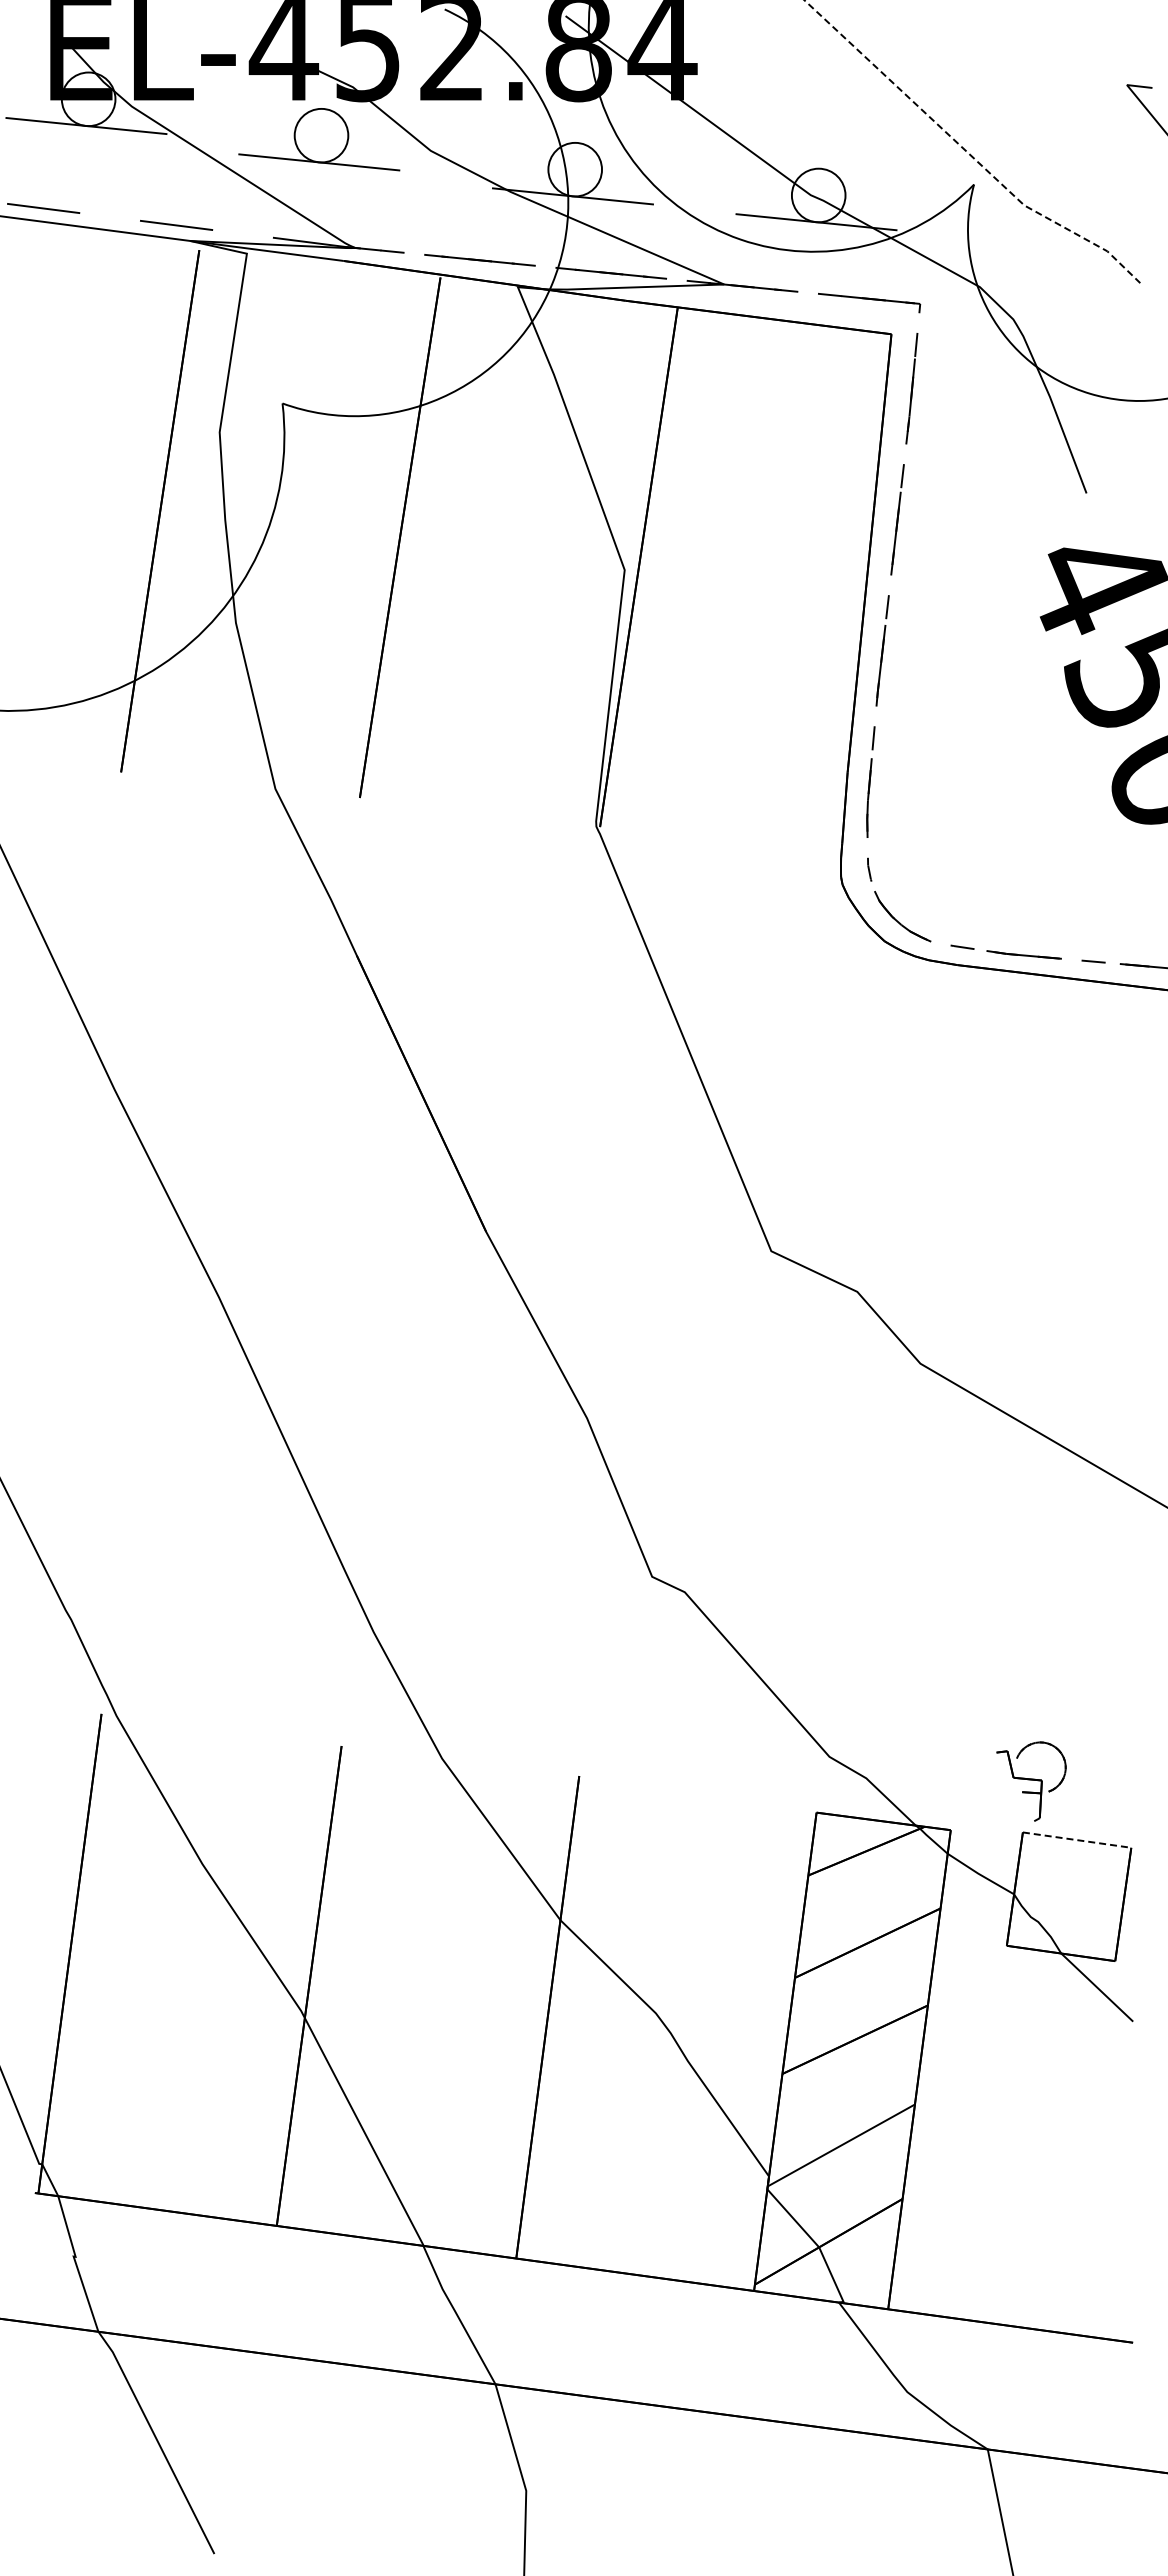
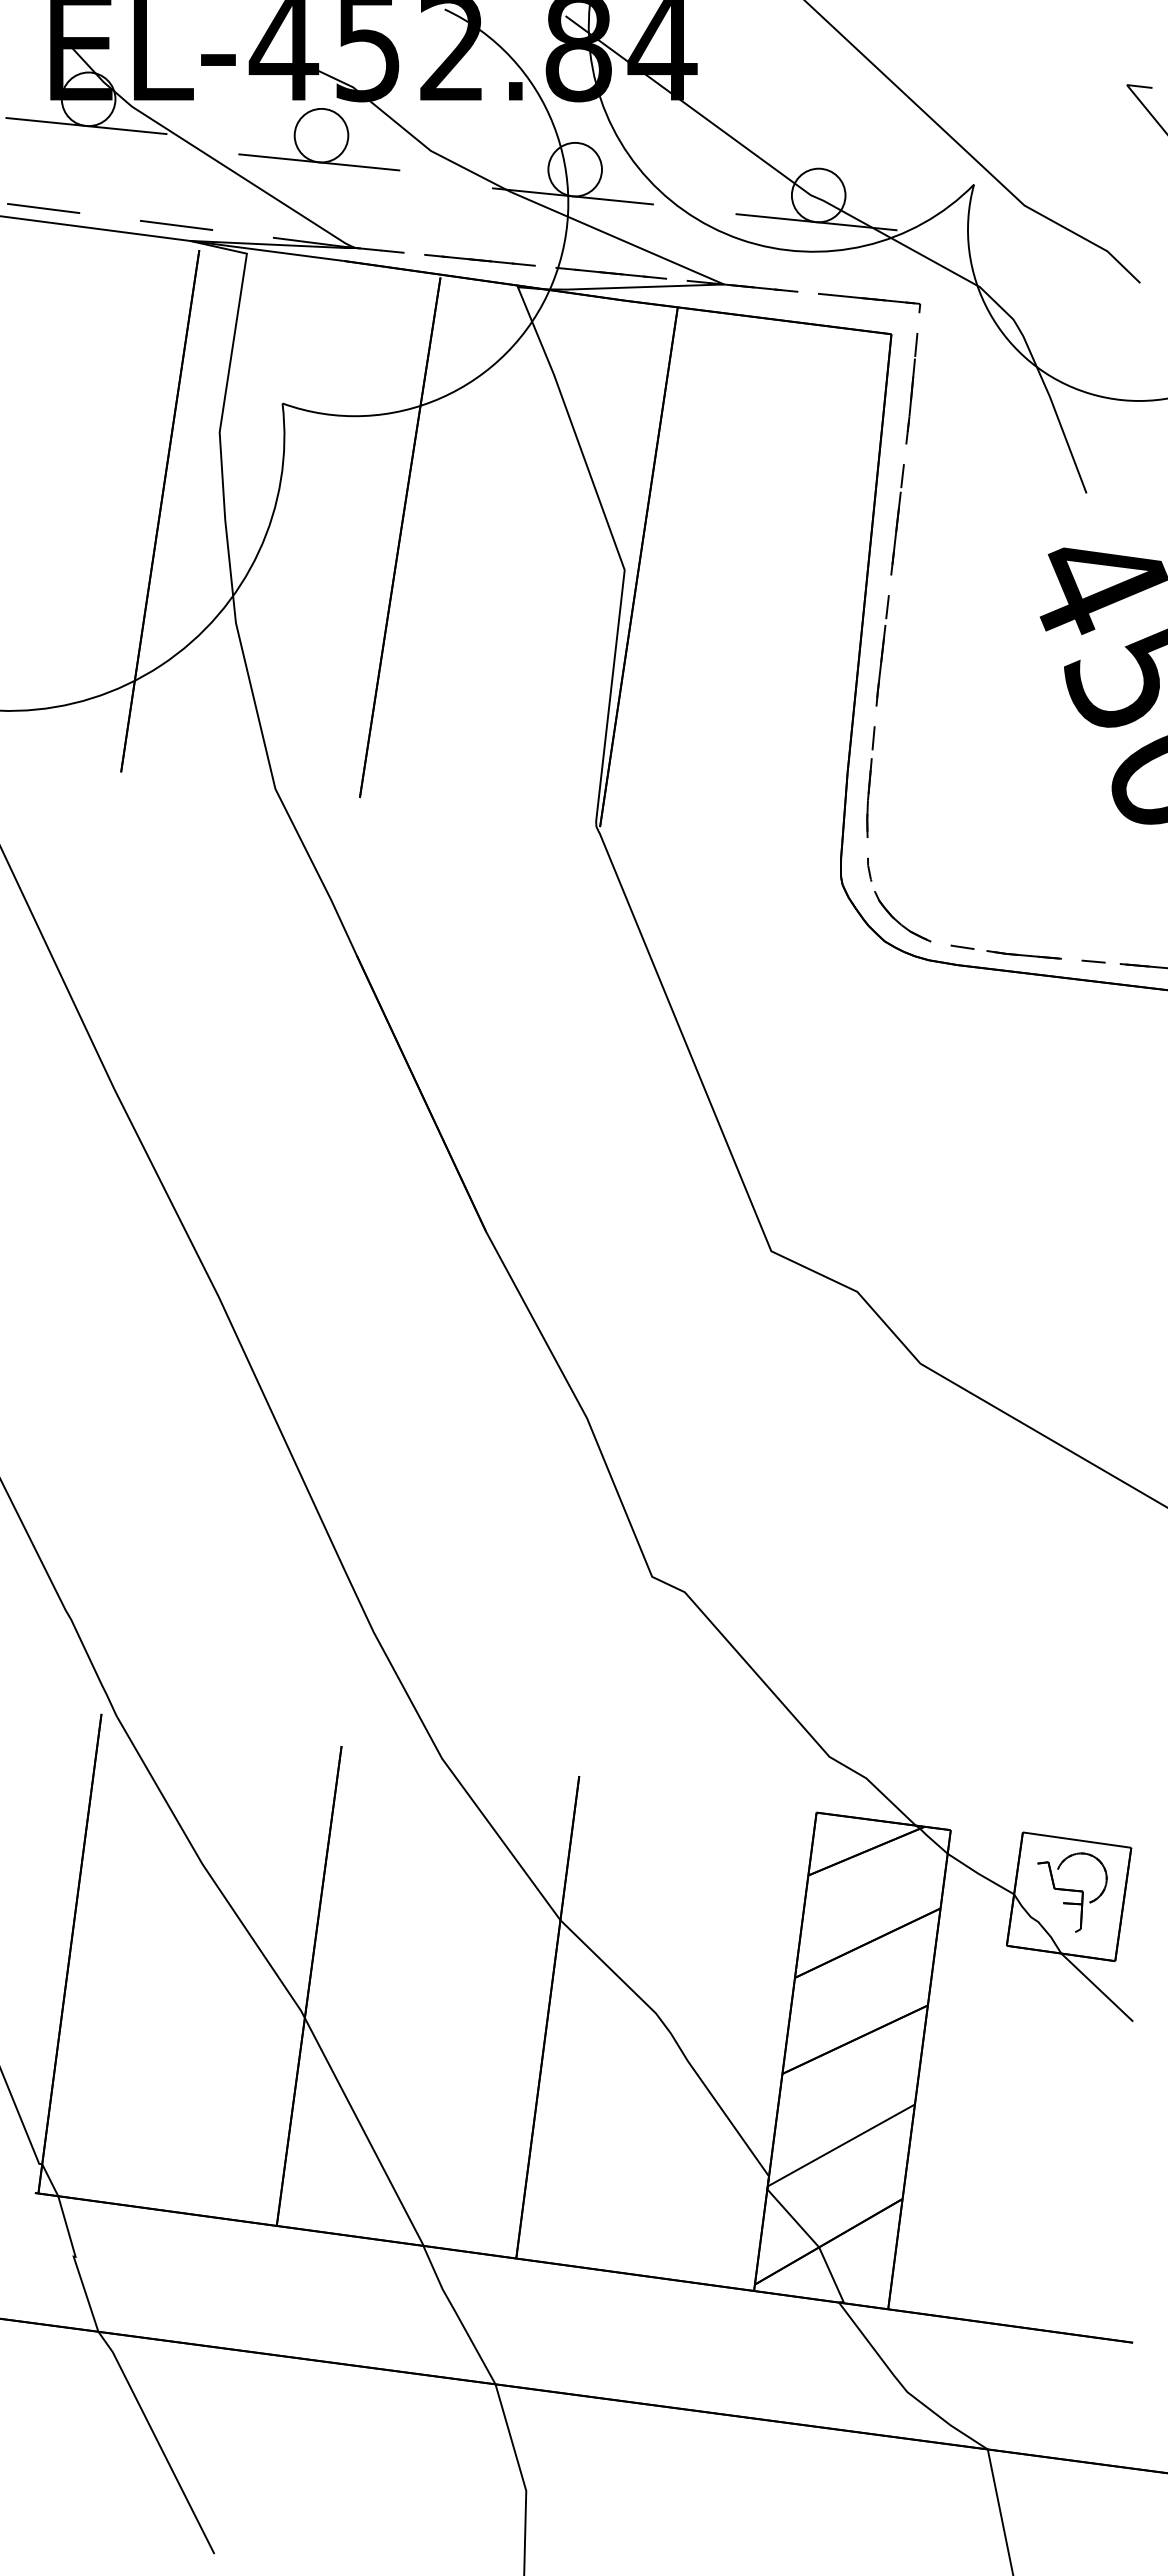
line at (966, 151): dashed -> solid
part at (1031, 1781) position: (1031, 1781) -> (1072, 1892)
line at (1077, 1840): dashed -> solid
